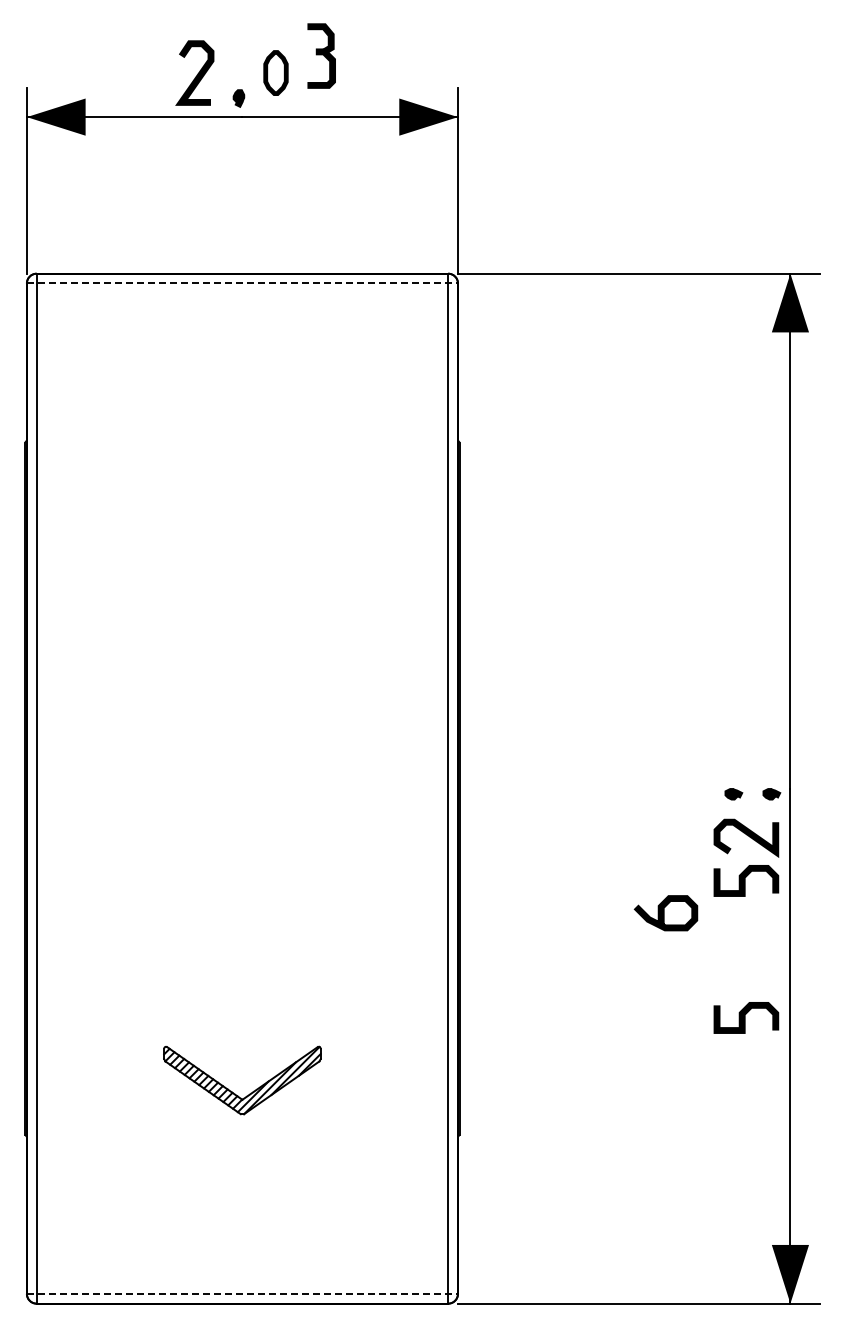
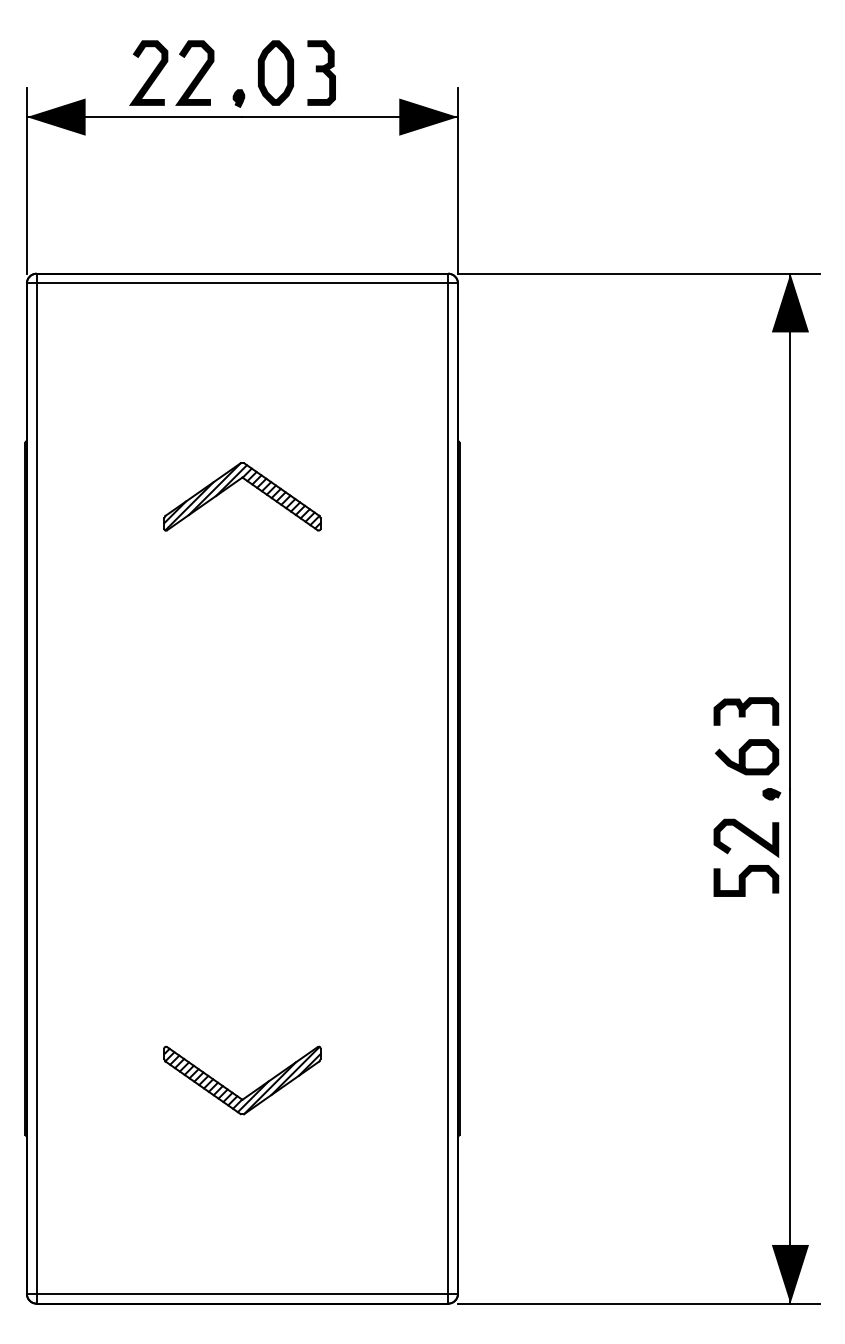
part at (321, 55) position: (321, 55) -> (321, 72)
part at (275, 72) size: 26x46 px -> 36x66 px
curve at (150, 74): none -> present
line at (242, 283): dashed -> solid
part at (251, 485): none -> present
part at (746, 711): none -> present
part at (733, 794): present -> none
curve at (664, 913) position: (664, 913) -> (745, 757)
curve at (745, 1017): present -> none
line at (242, 1293): dashed -> solid
